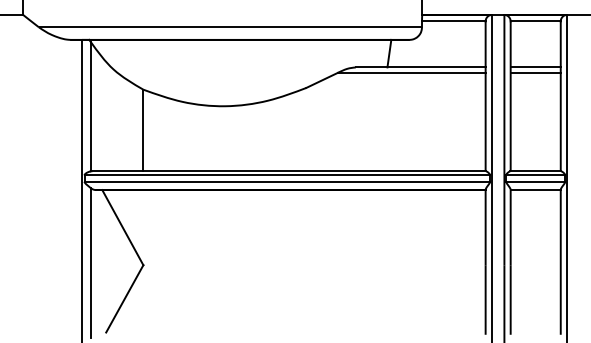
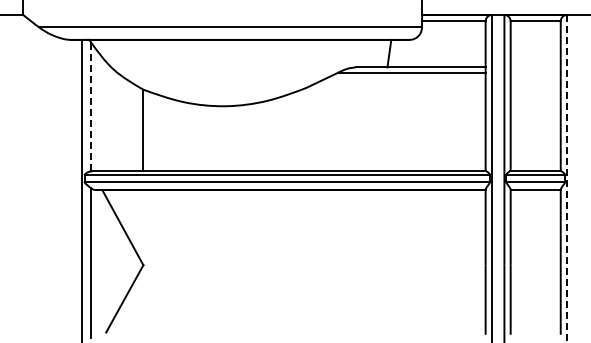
line at (535, 67): present -> none
line at (535, 72): present -> none
line at (90, 106): solid -> dashed
line at (567, 178): solid -> dashed
